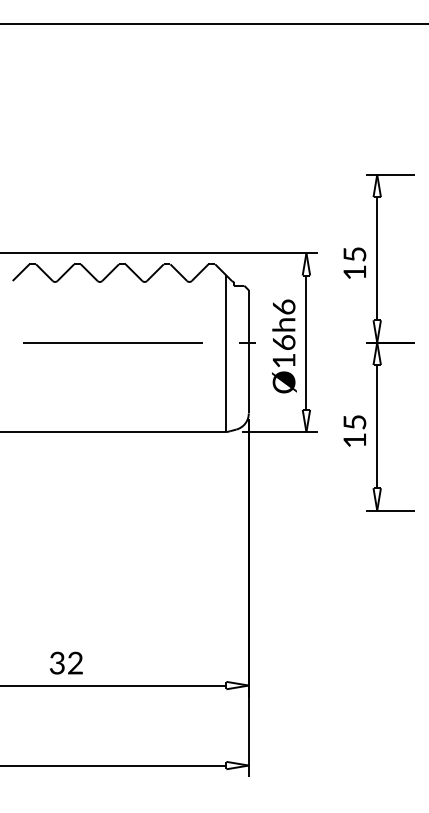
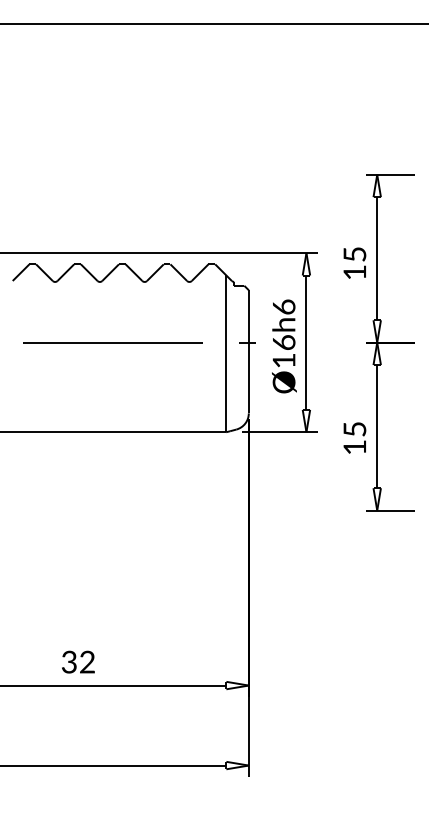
text at (354, 430) position: (354, 430) -> (354, 437)
text at (66, 662) position: (66, 662) -> (78, 661)
